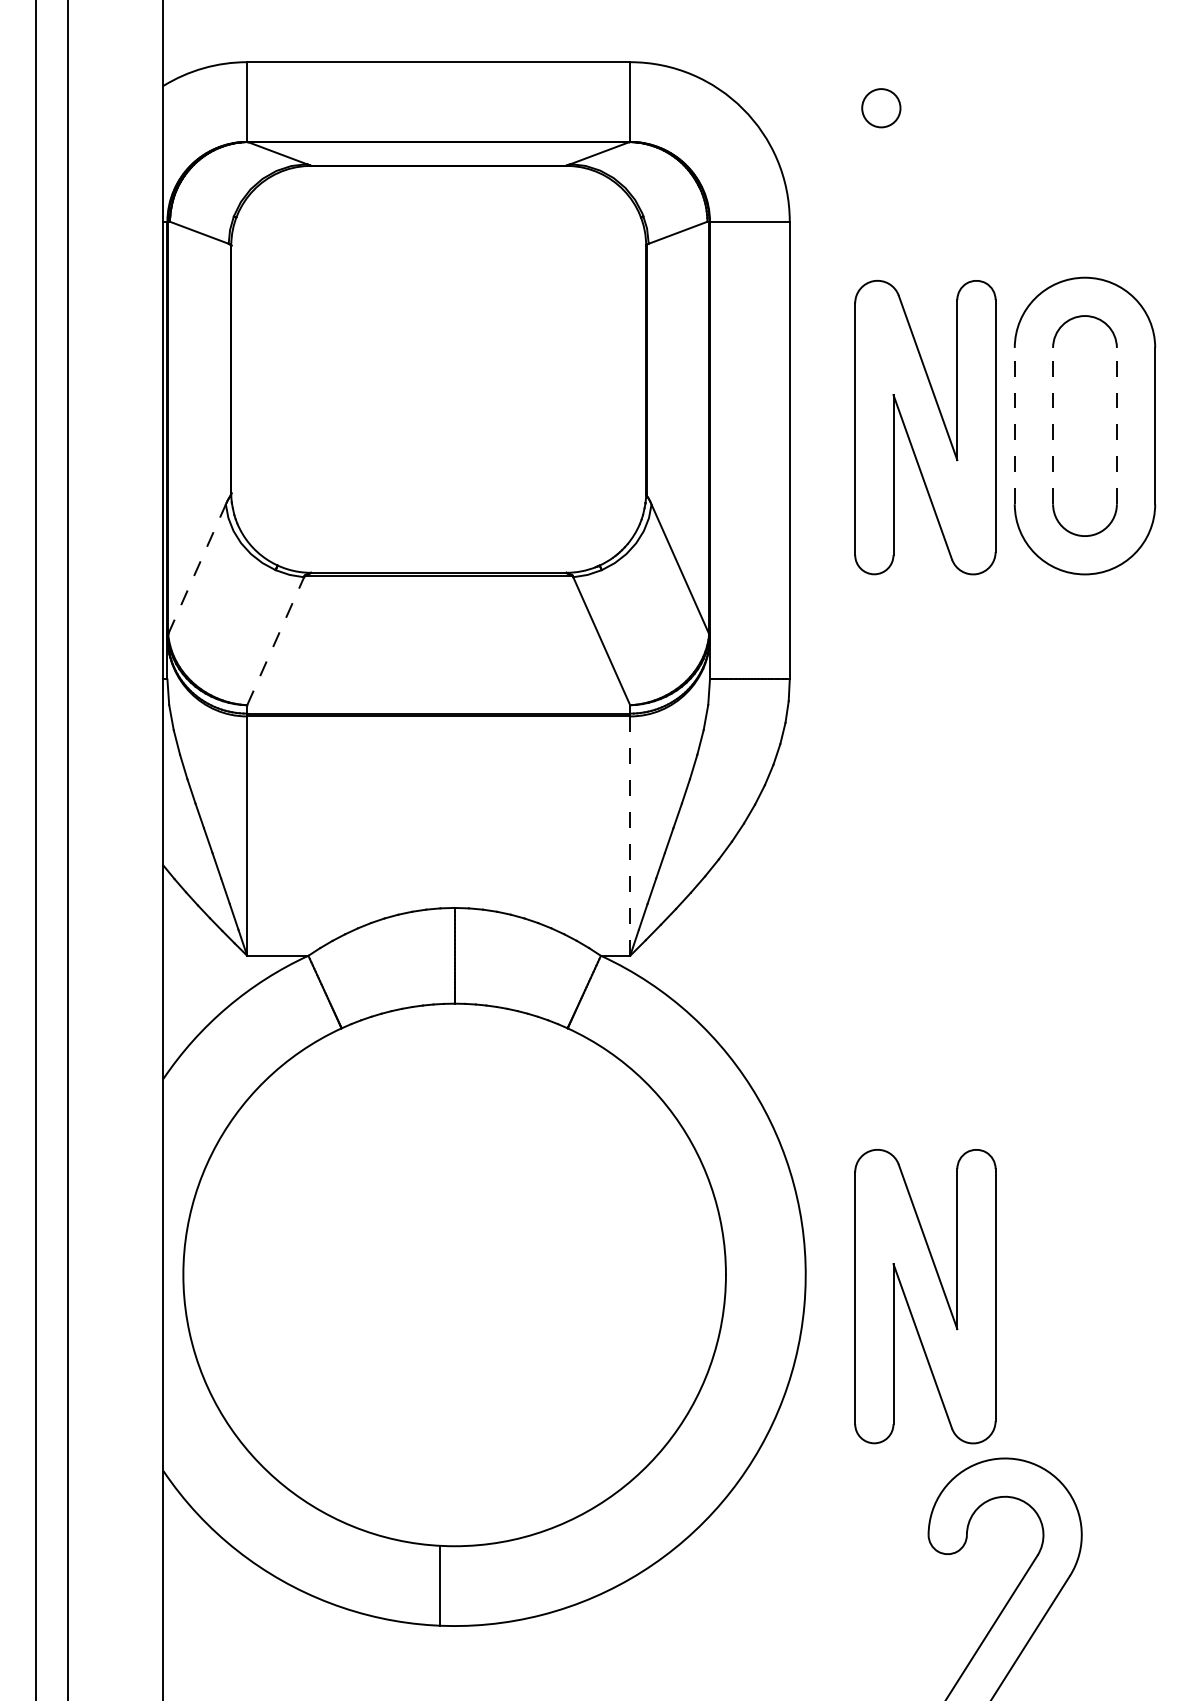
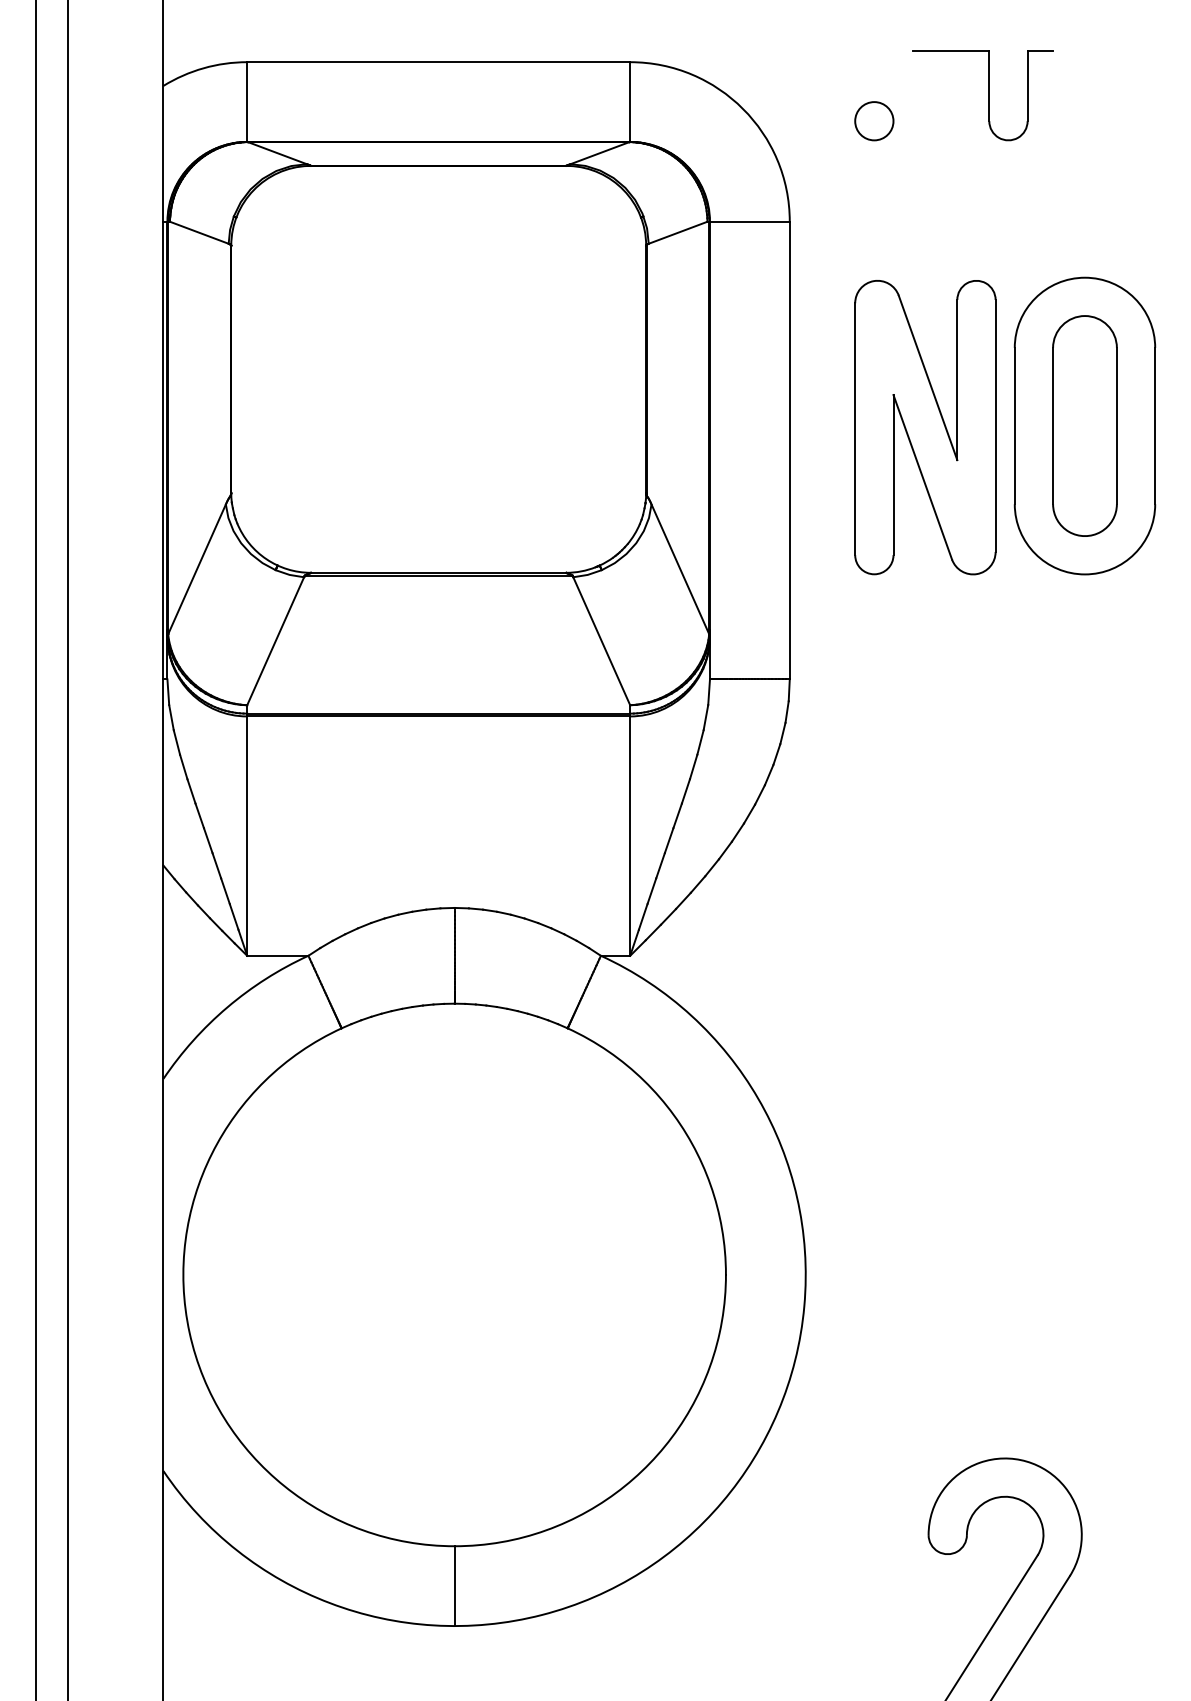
part at (982, 95): none -> present
circle at (881, 108) position: (881, 108) -> (874, 121)
line at (1014, 425): dashed -> solid
line at (1053, 425): dashed -> solid
line at (1116, 425): dashed -> solid
line at (197, 569): dashed -> solid
line at (275, 640): dashed -> solid
line at (630, 836): dashed -> solid
part at (925, 1296): present -> none
line at (439, 1586) position: (439, 1586) -> (454, 1586)
